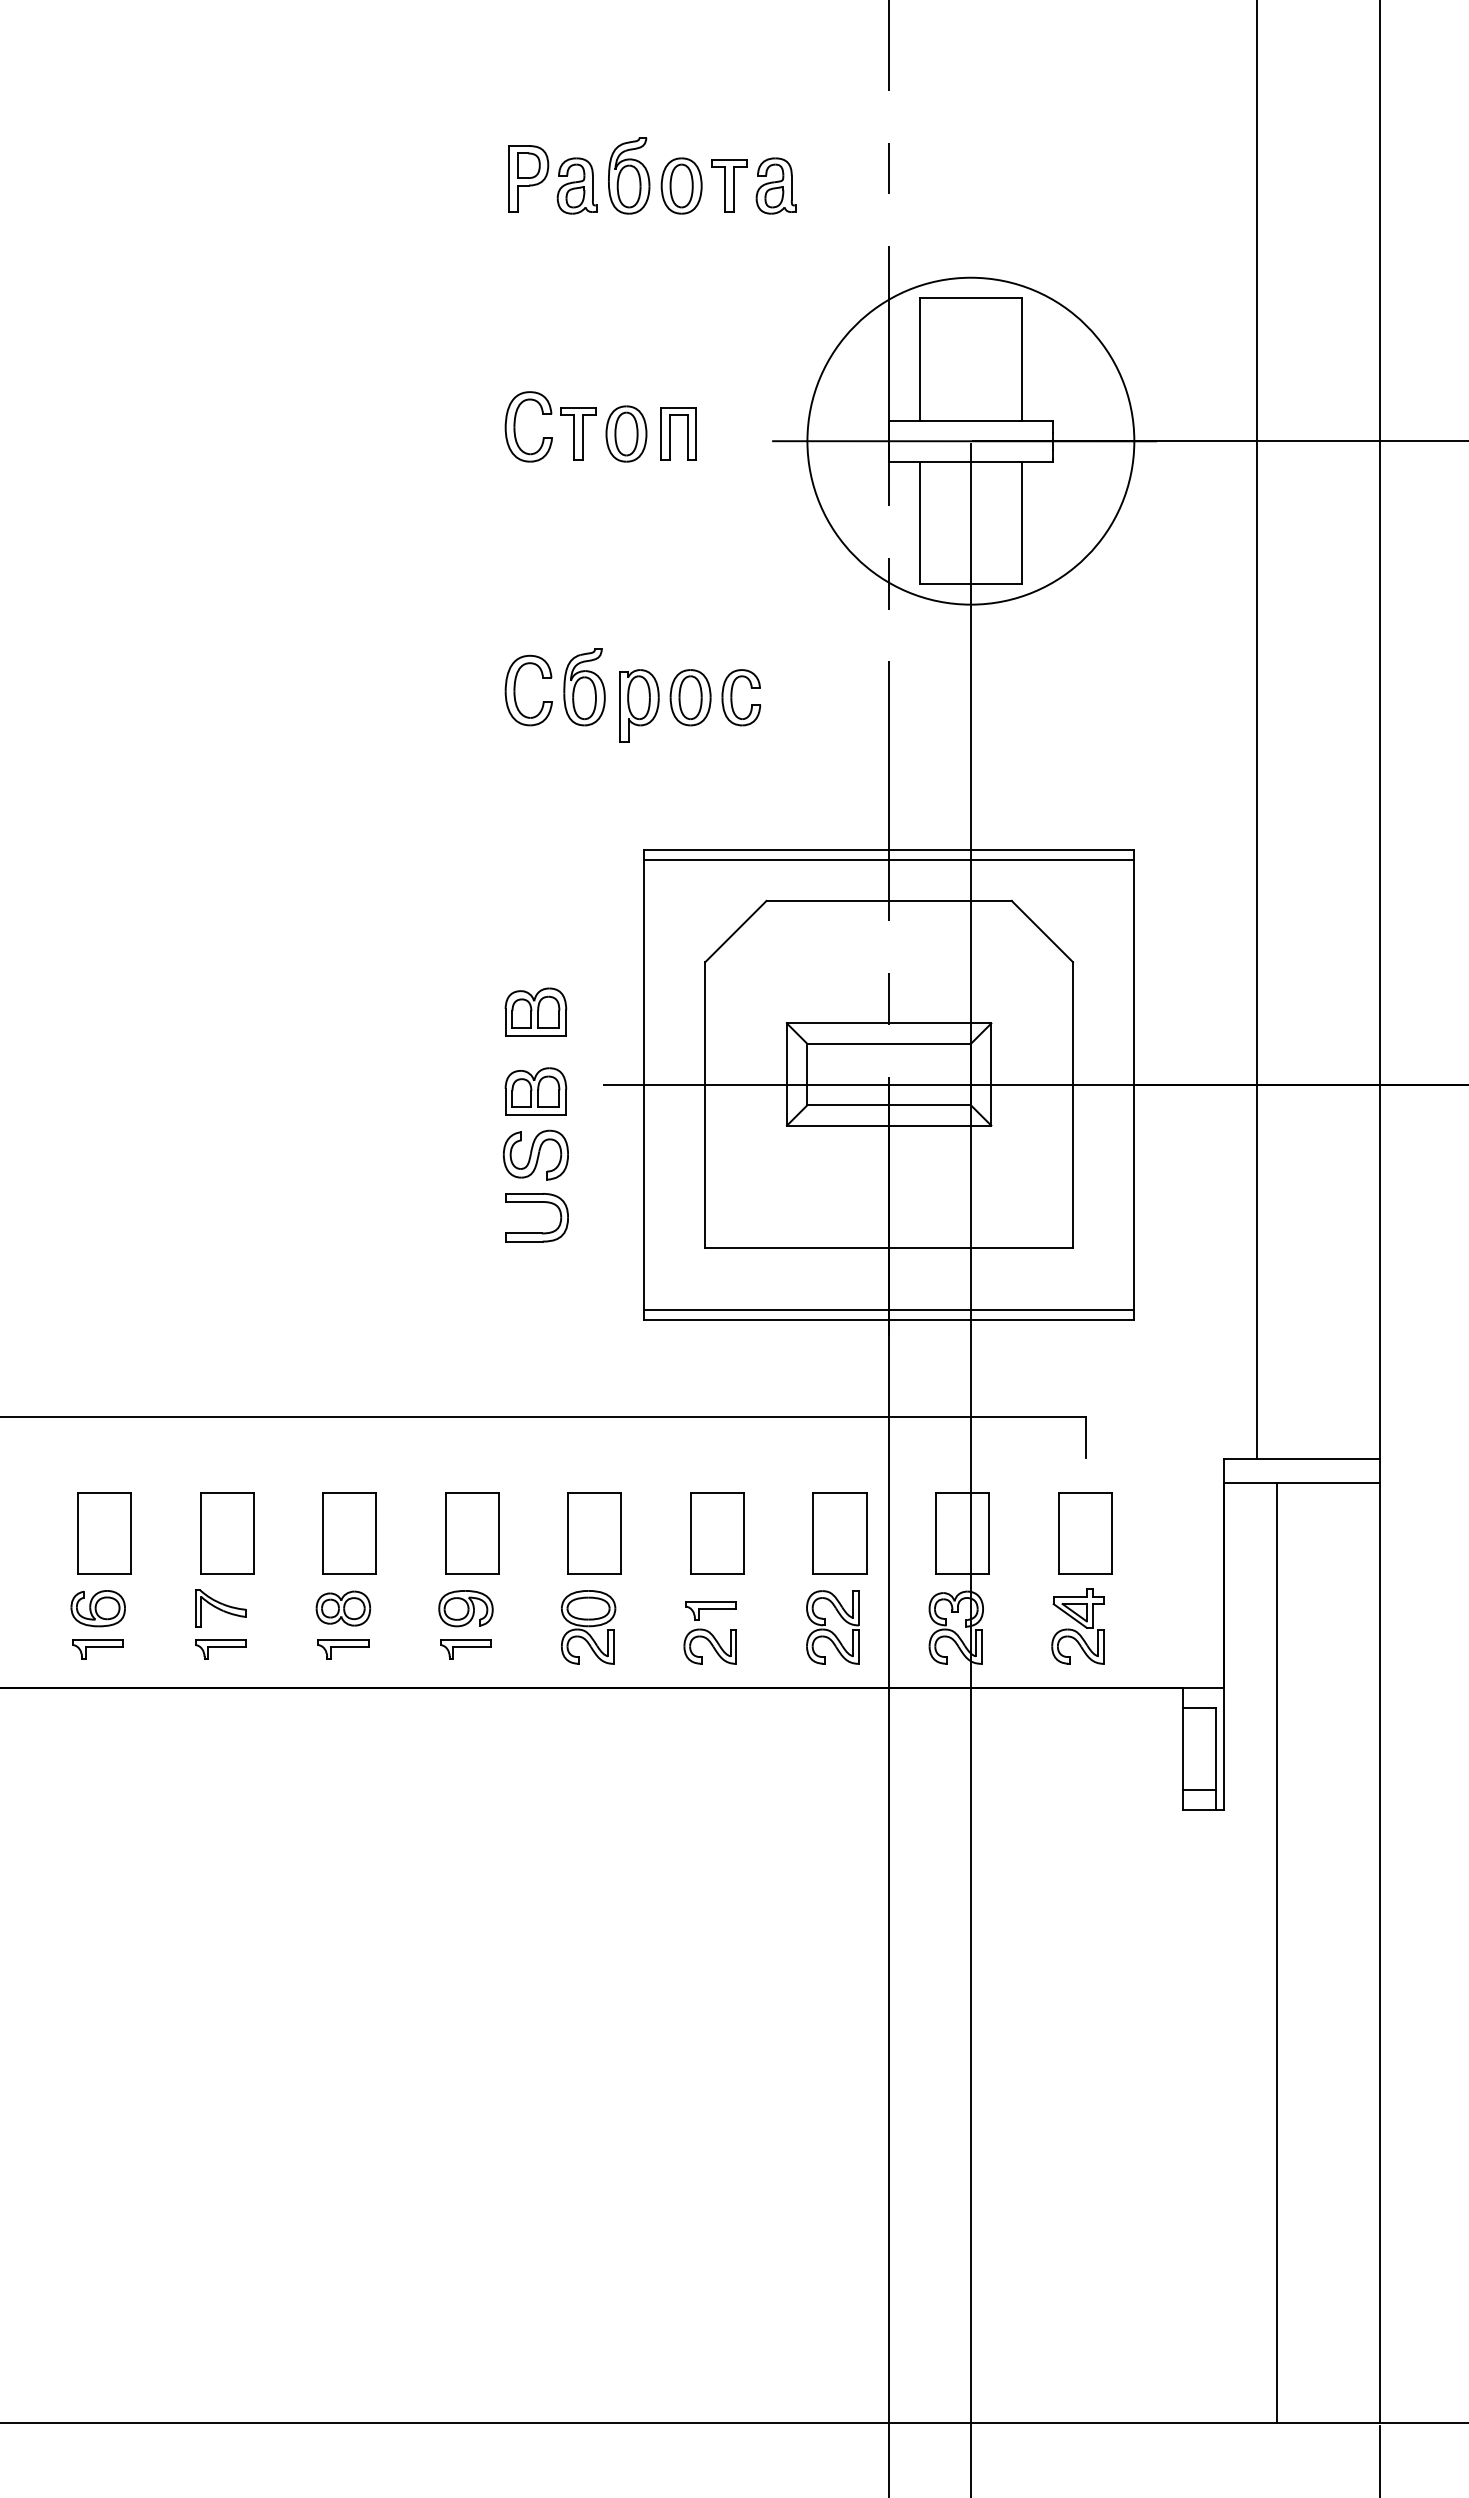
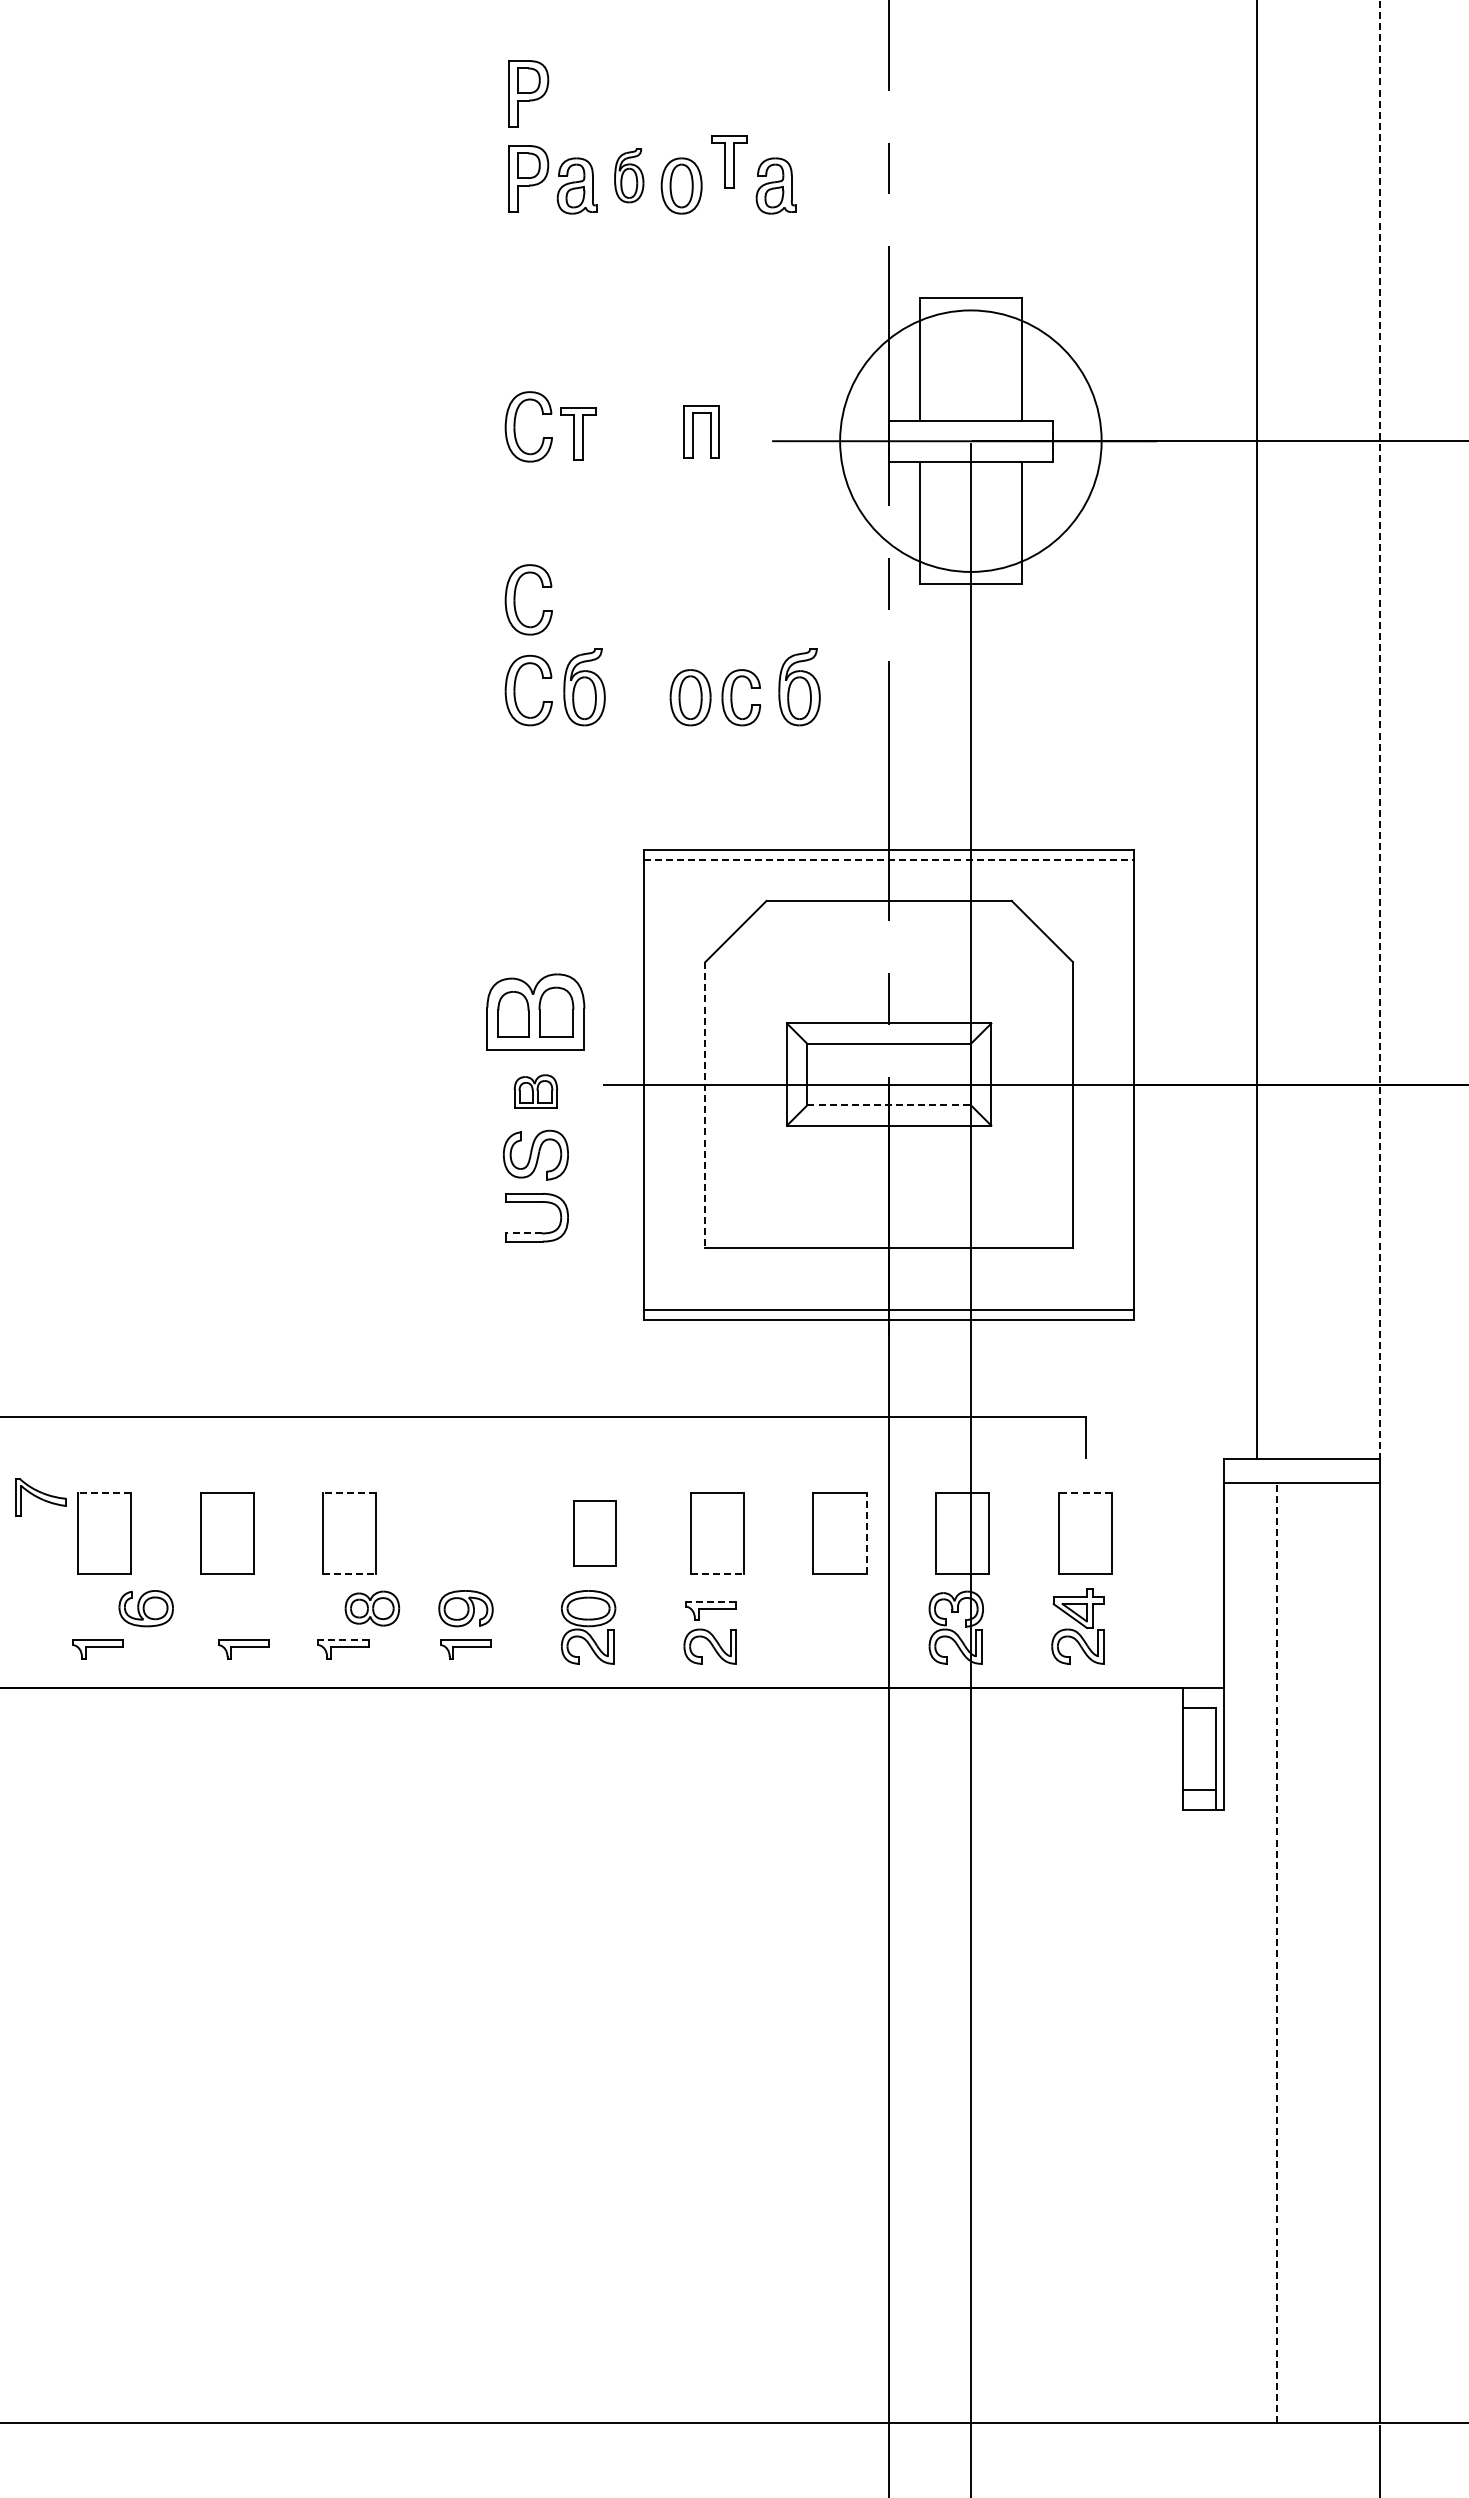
part at (528, 93): none -> present
part at (629, 175) size: 43x78 px -> 31x56 px
part at (729, 185) position: (729, 185) -> (729, 161)
part at (626, 433): present -> none
part at (670, 433) position: (670, 433) -> (693, 431)
circle at (970, 440) diameter: 327 px -> 262 px
part at (515, 599): none -> present
part at (799, 687): none -> present
part at (639, 705): present -> none
line at (1379, 729): solid -> dashed
line at (889, 860): solid -> dashed
part at (535, 1011) size: 64x50 px -> 100x78 px
part at (535, 1091) size: 64x49 px -> 45x35 px
line at (705, 1105): solid -> dashed
line at (889, 1105): solid -> dashed
line at (523, 1233): solid -> dashed
line at (104, 1492): solid -> dashed
line at (349, 1492): solid -> dashed
line at (1085, 1492): solid -> dashed
part at (472, 1533): present -> none
part at (594, 1533) size: 55x83 px -> 44x67 px
line at (866, 1533): solid -> dashed
line at (349, 1574): solid -> dashed
line at (717, 1574): solid -> dashed
line at (710, 1601): solid -> dashed
part at (97, 1608) position: (97, 1608) -> (145, 1608)
part at (220, 1608) position: (220, 1608) -> (40, 1497)
part at (343, 1608) position: (343, 1608) -> (372, 1608)
part at (832, 1627): present -> none
line at (342, 1640): solid -> dashed
part at (220, 1649) position: (220, 1649) -> (243, 1649)
line at (1277, 1953): solid -> dashed
